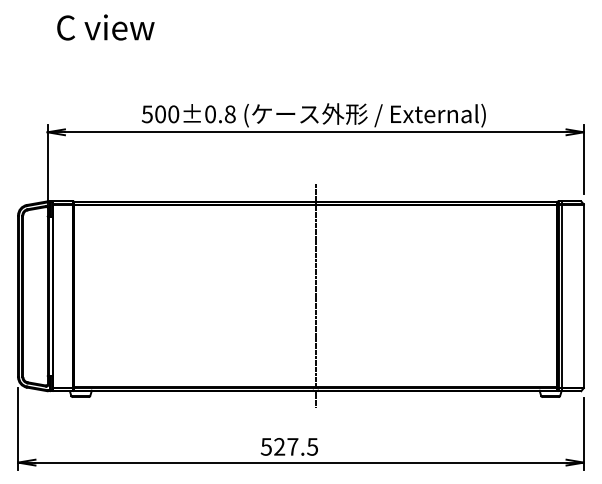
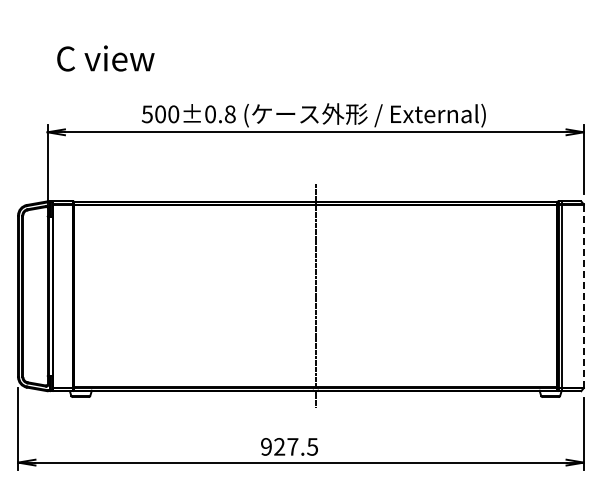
text at (105, 27) position: (105, 27) -> (105, 58)
line at (583, 296): solid -> dashed
text at (265, 446): 527.5 -> 927.5
